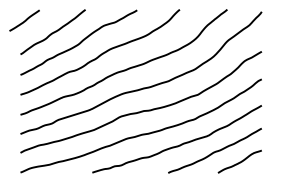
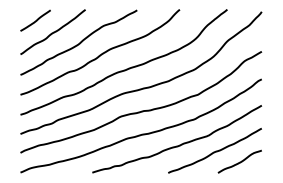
line at (24, 20) position: (24, 20) -> (35, 20)
